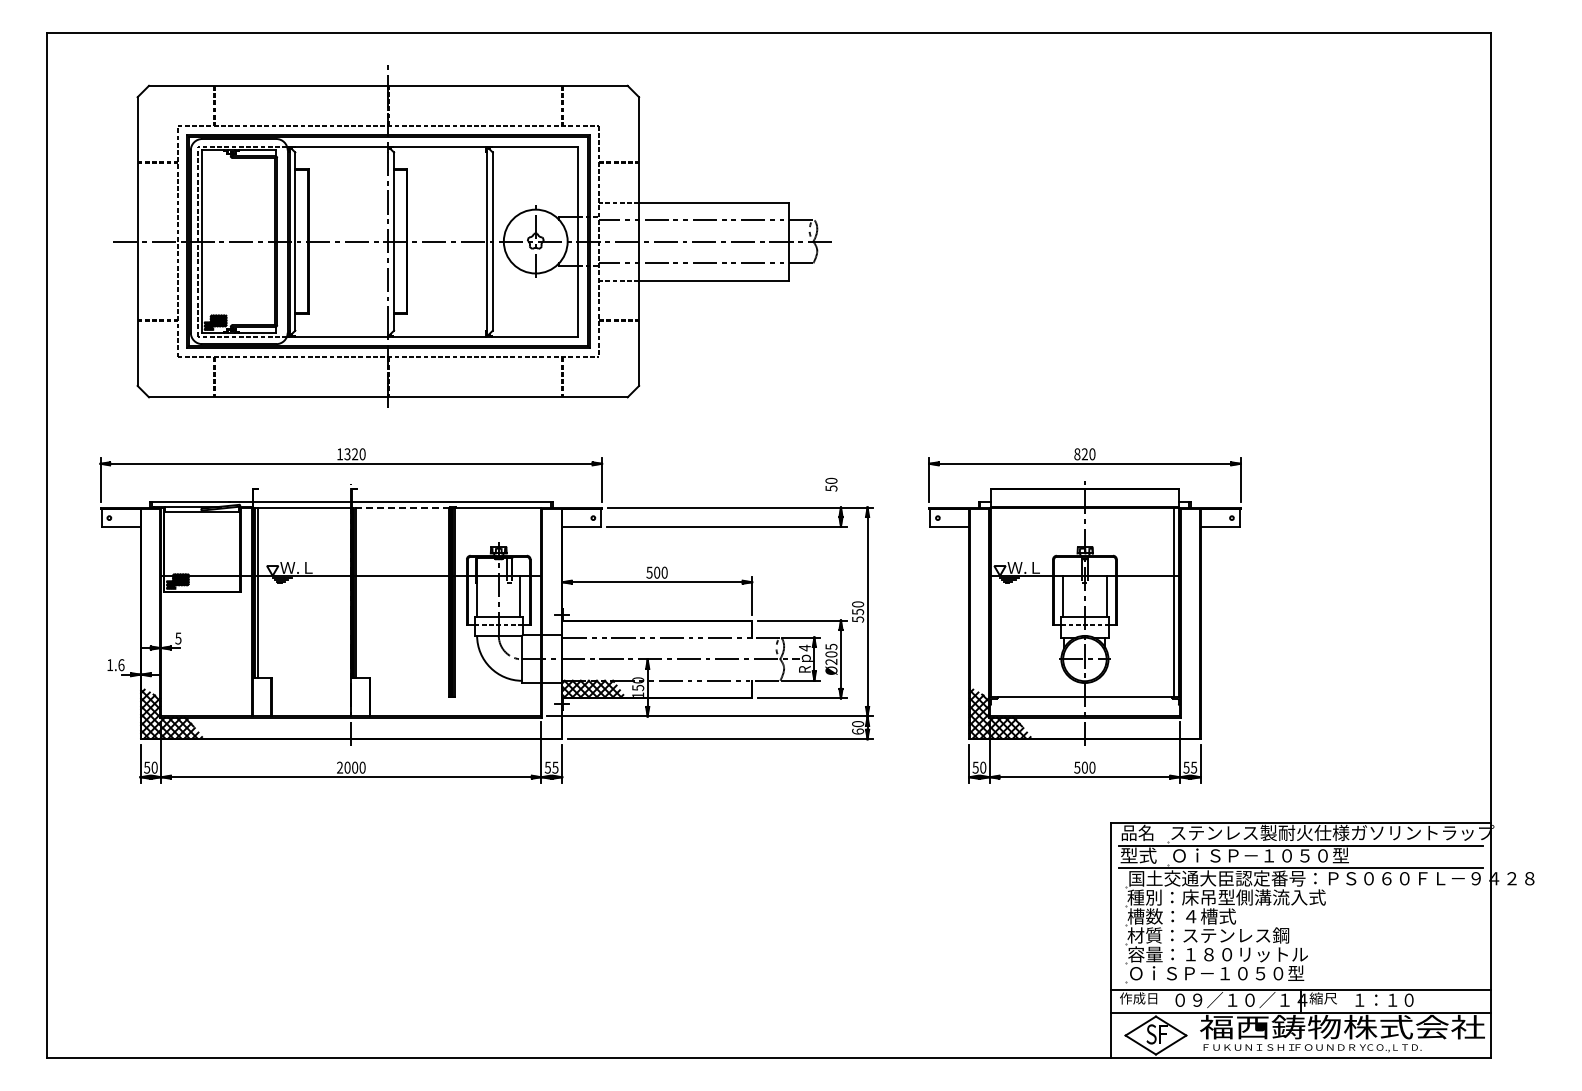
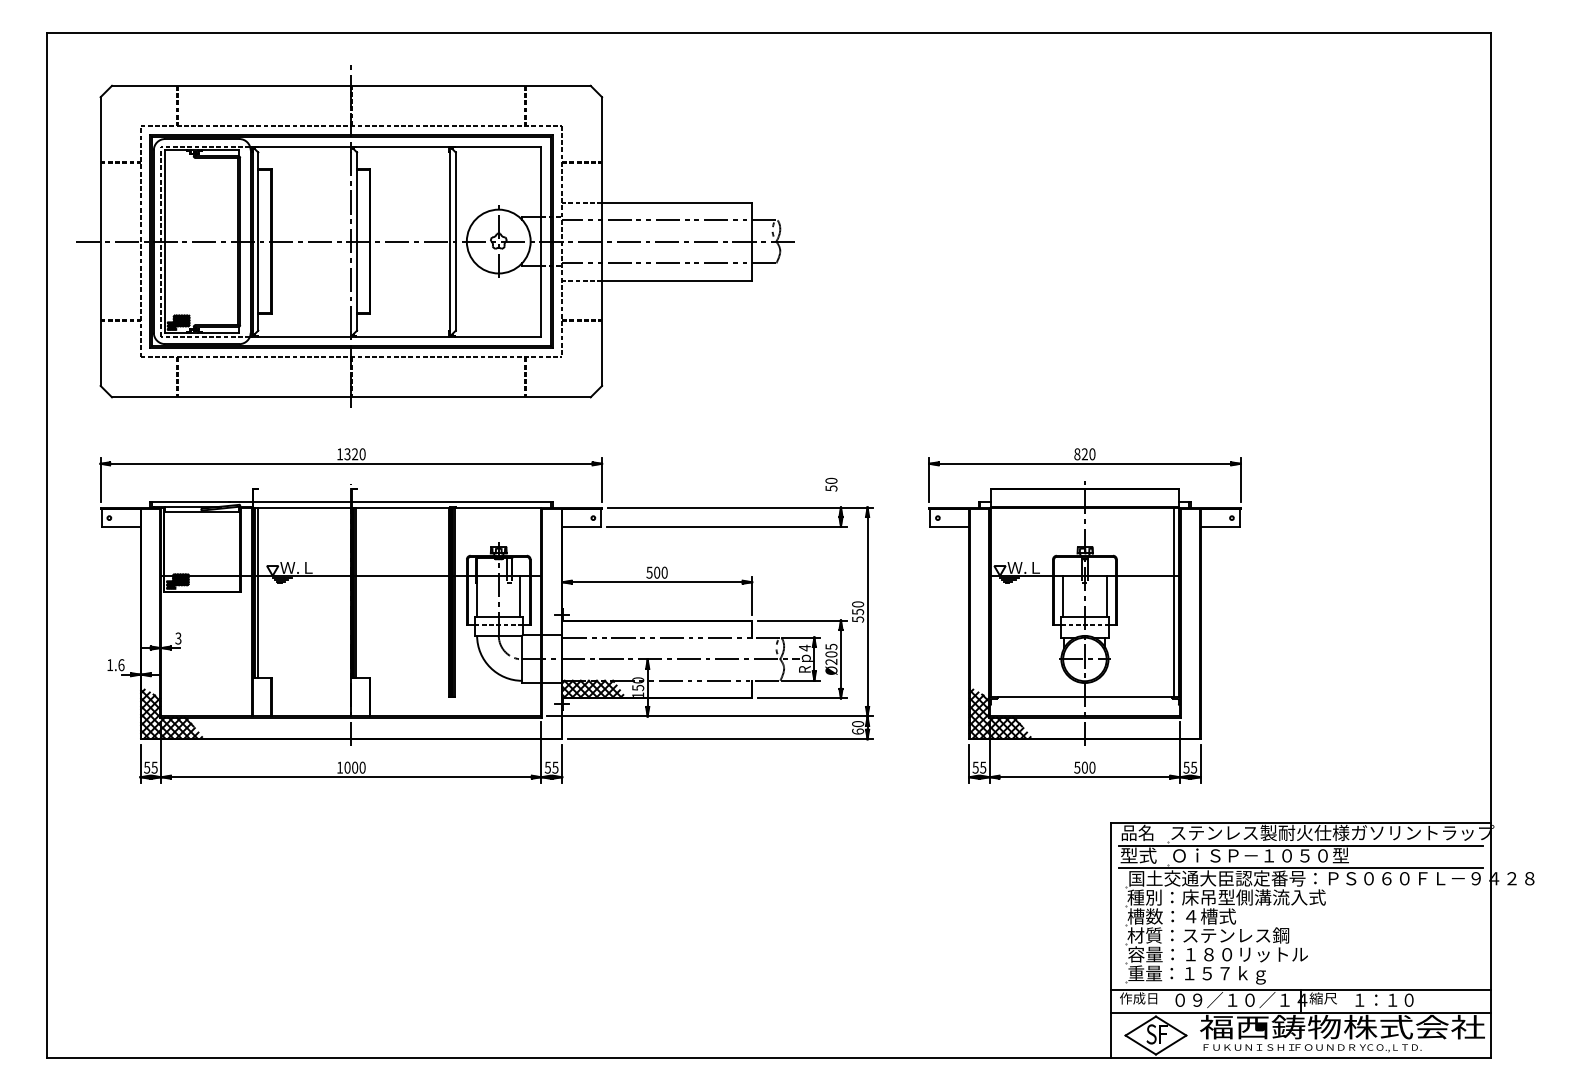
part at (472, 236) position: (472, 236) -> (435, 236)
line at (400, 507): dashed -> solid
text at (178, 637): 5 -> 3
text at (154, 767): 50 -> 55
text at (340, 767): 2000 -> 1000
text at (983, 767): 50 -> 55
text at (1216, 974): ＯｉＳＰ－１０５０型 -> 重量：１５７ｋｇ
